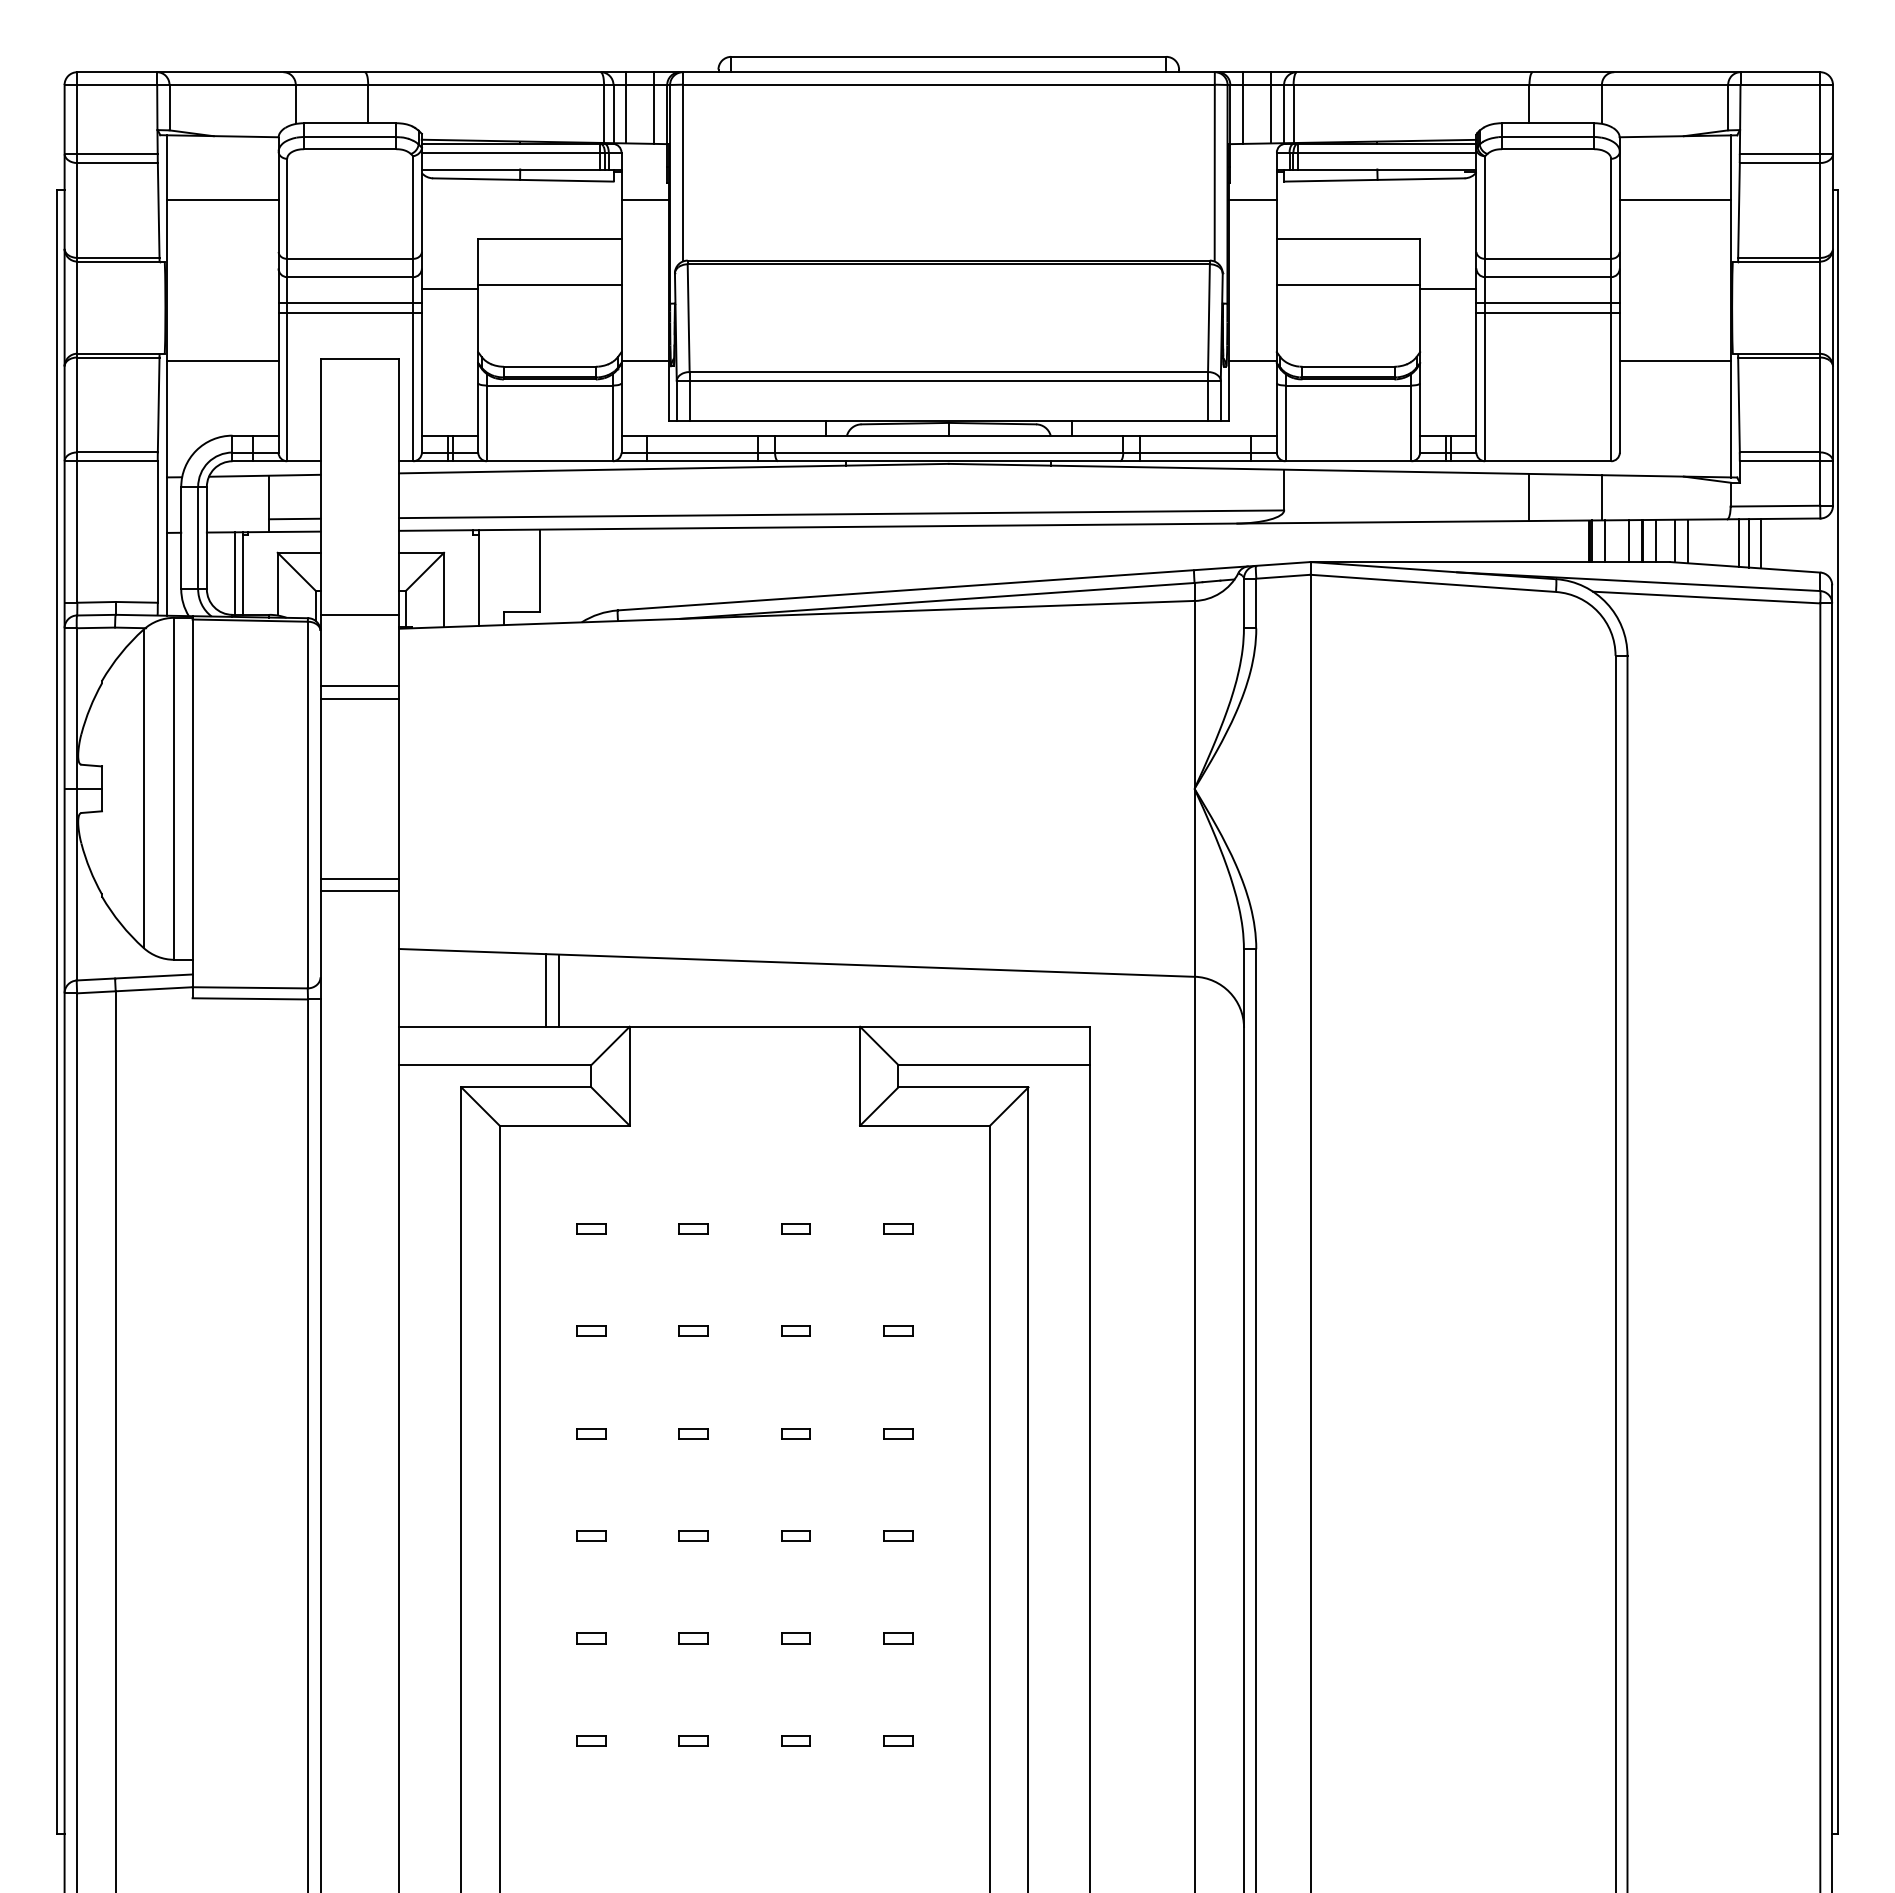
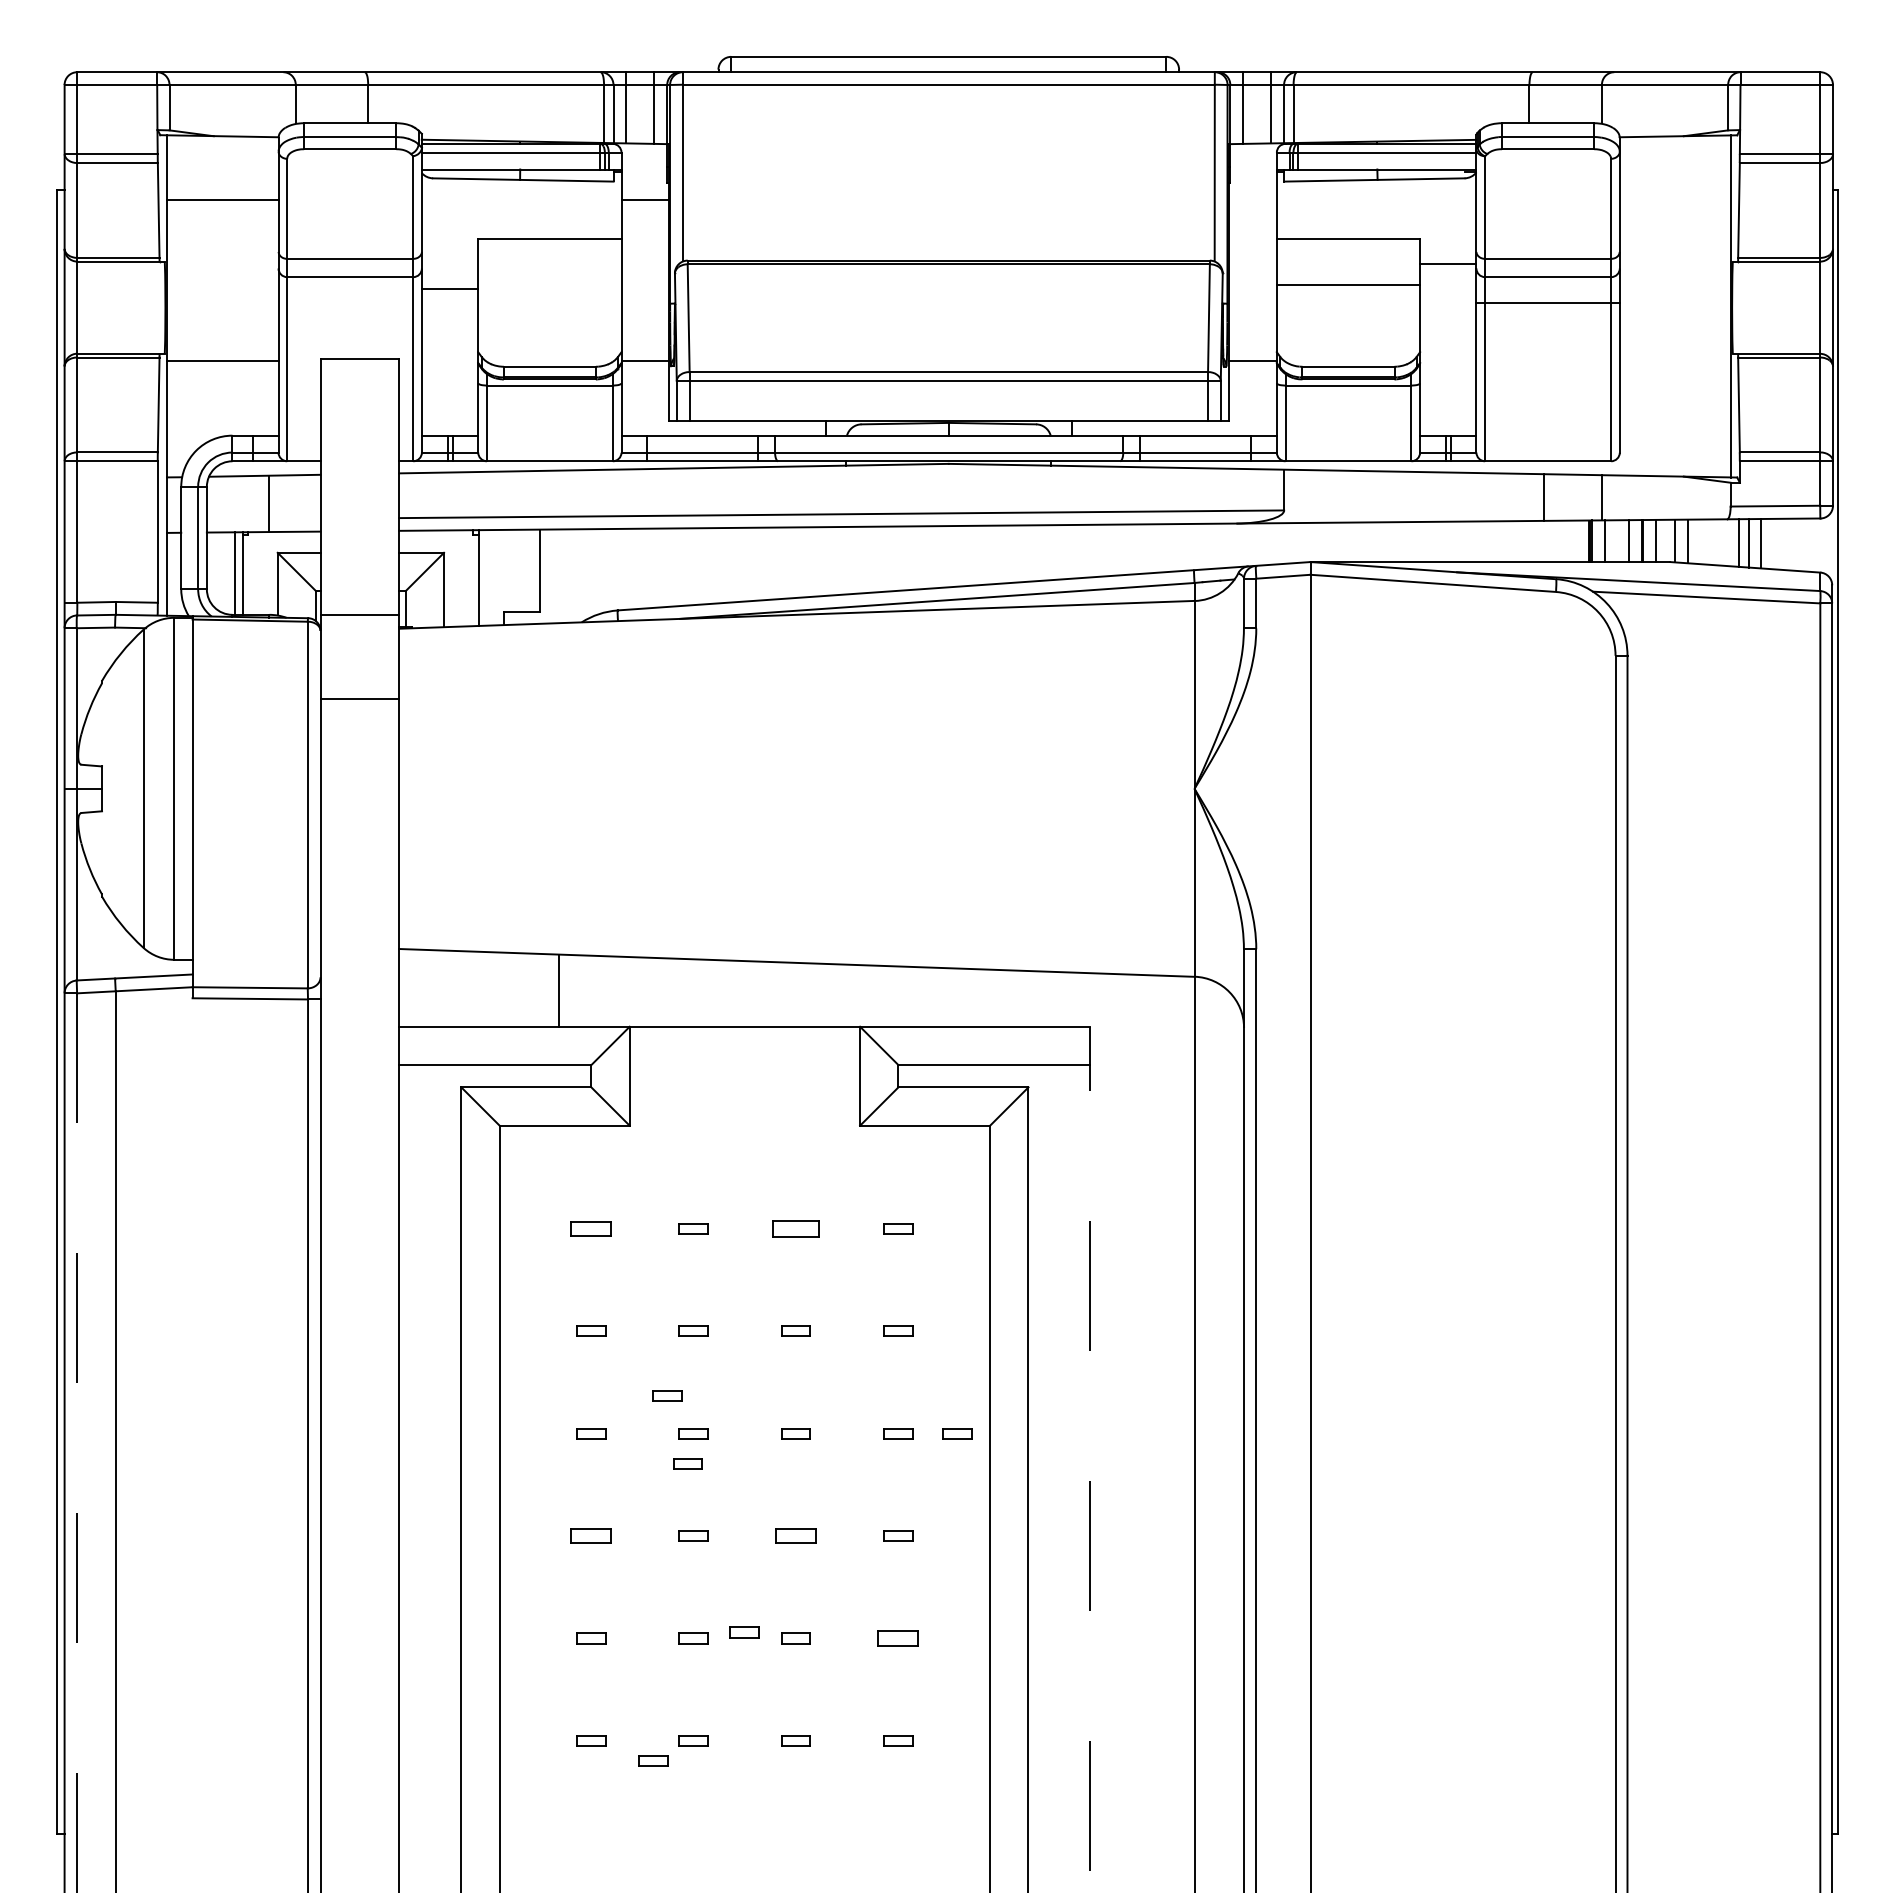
line at (1252, 200): present -> none
line at (1674, 200): present -> none
line at (549, 285): present -> none
line at (1448, 289) position: (1448, 289) -> (1448, 264)
line at (349, 302): present -> none
line at (349, 312): present -> none
line at (1547, 312): present -> none
line at (1674, 361): present -> none
line at (1529, 497) position: (1529, 497) -> (1544, 497)
line at (294, 518): present -> none
line at (359, 686): present -> none
line at (359, 878): present -> none
line at (359, 891): present -> none
line at (546, 990): present -> none
part at (591, 1228) size: 31x12 px -> 42x16 px
part at (795, 1228) size: 30x12 px -> 48x18 px
part at (667, 1395): none -> present
part at (957, 1433): none -> present
line at (77, 1442): solid -> dashed
line at (1090, 1459): solid -> dashed
part at (687, 1463): none -> present
part at (591, 1535) size: 31x12 px -> 42x16 px
part at (795, 1535) size: 30x12 px -> 42x16 px
part at (744, 1632): none -> present
part at (898, 1638) size: 31x13 px -> 42x17 px
part at (653, 1760): none -> present
